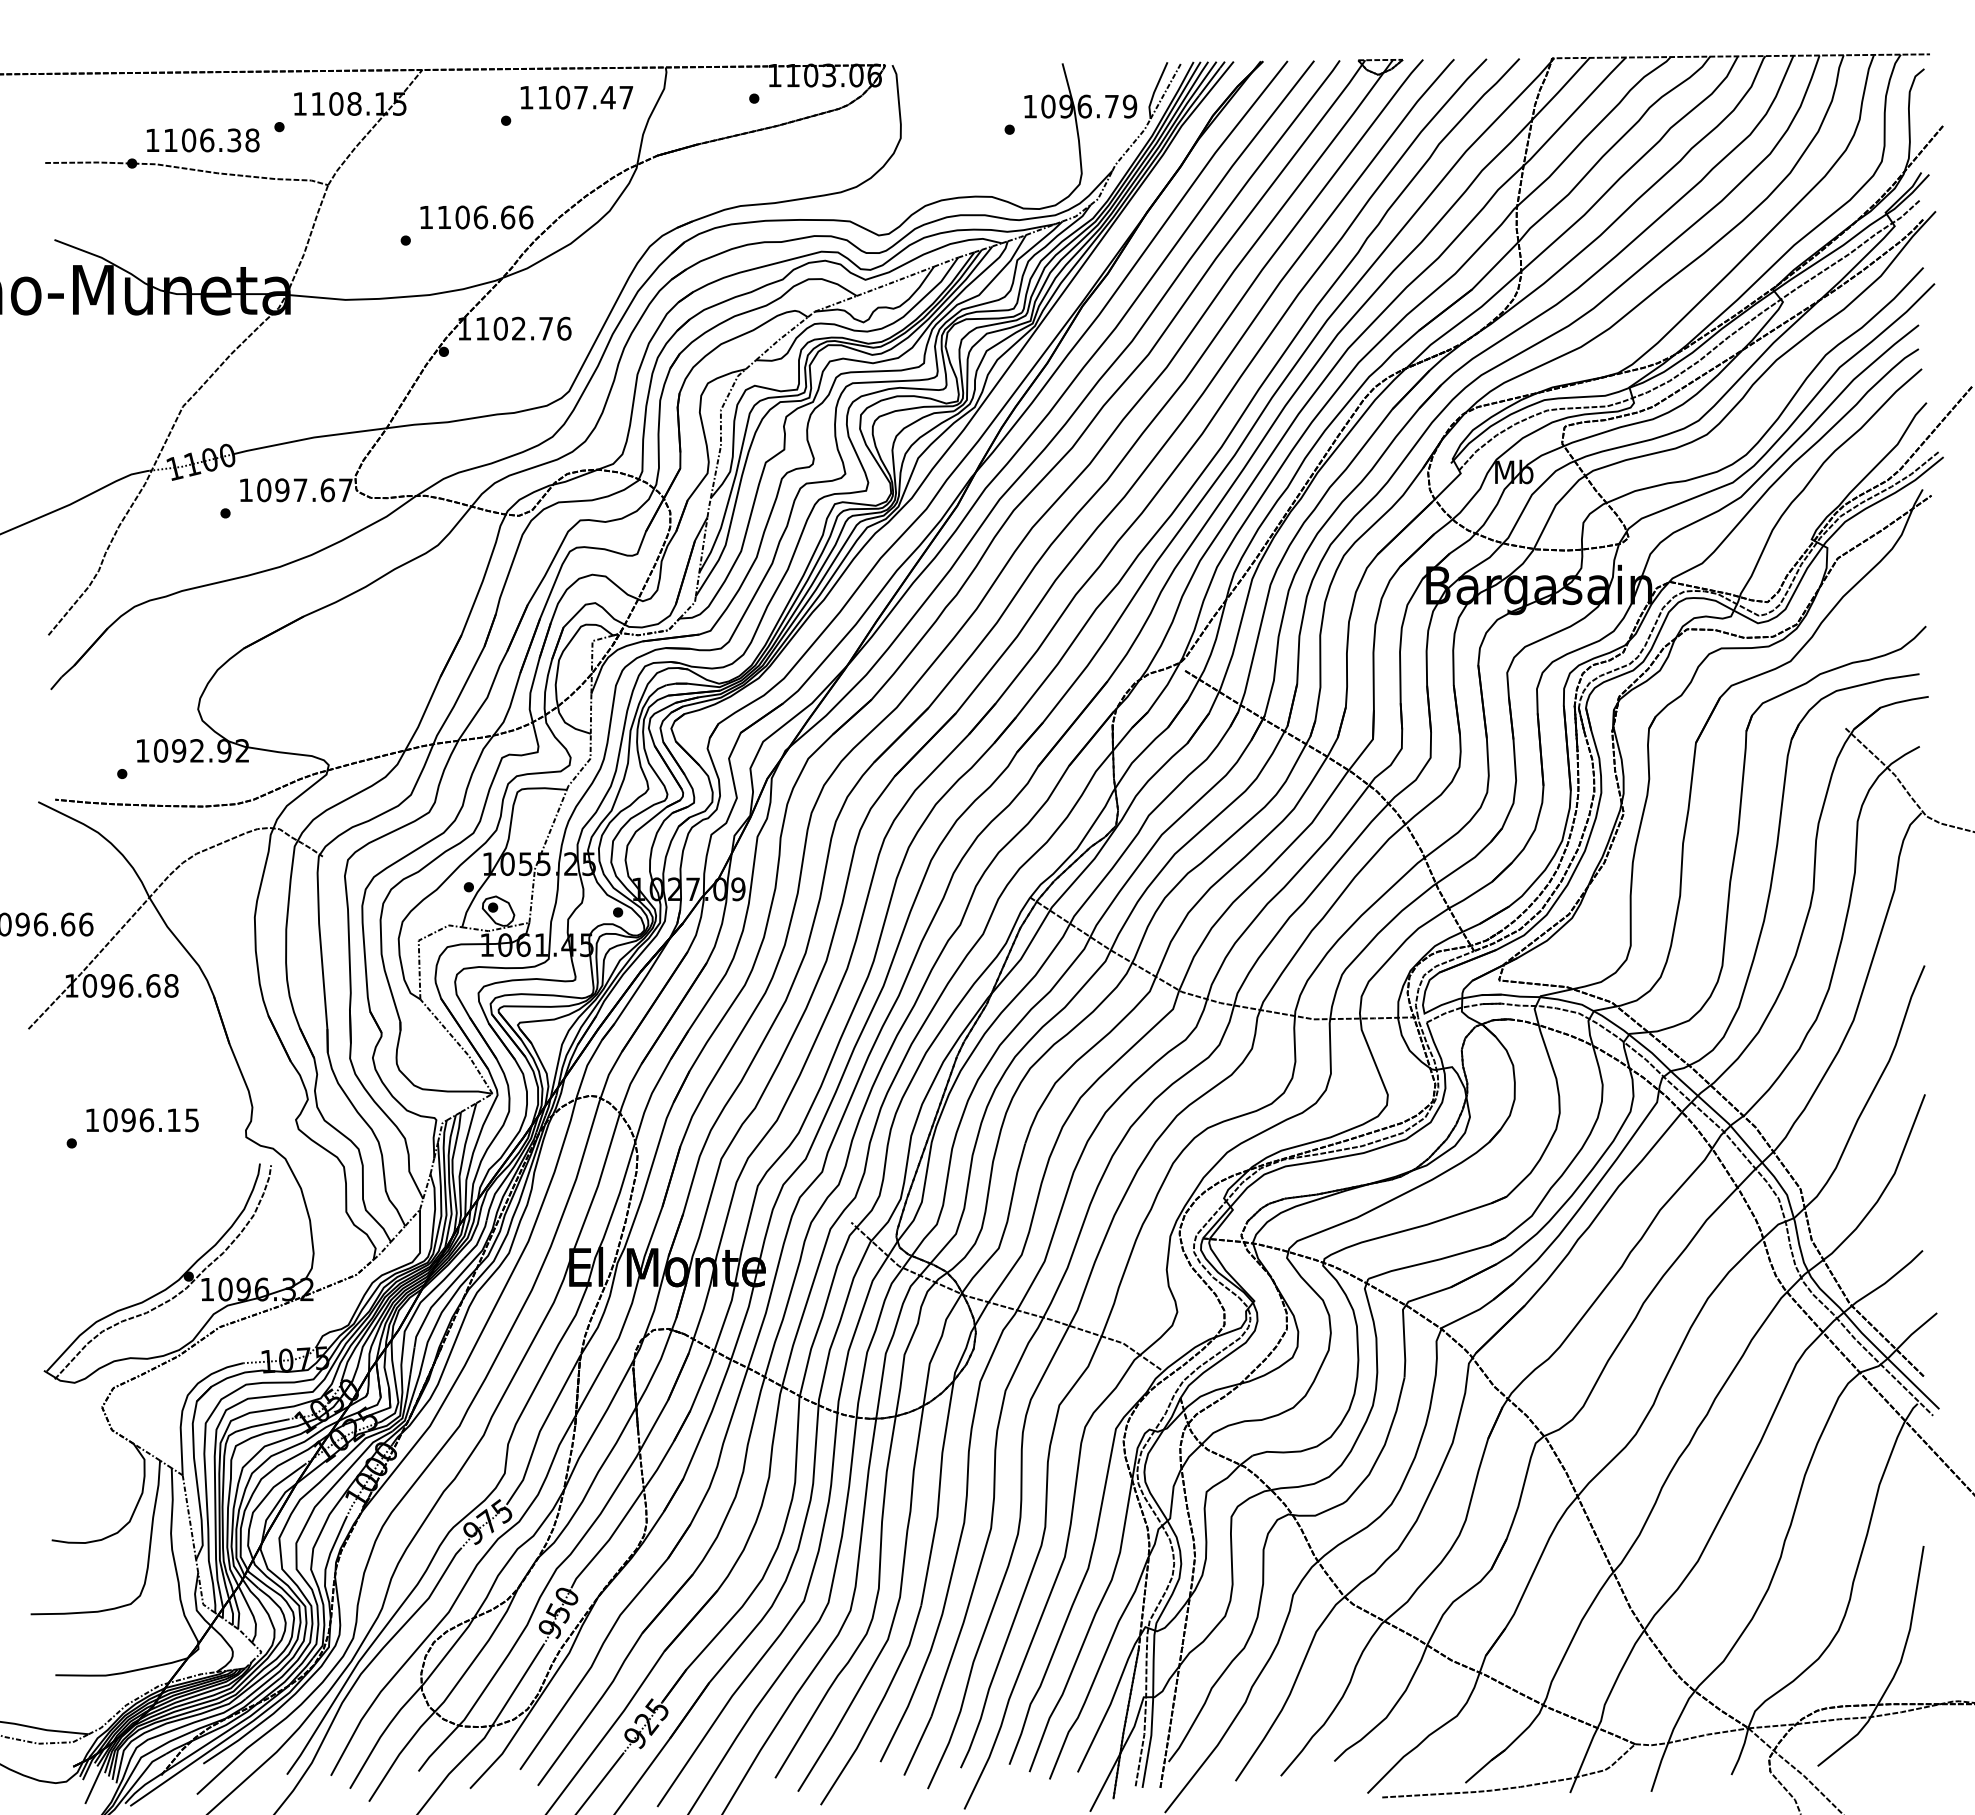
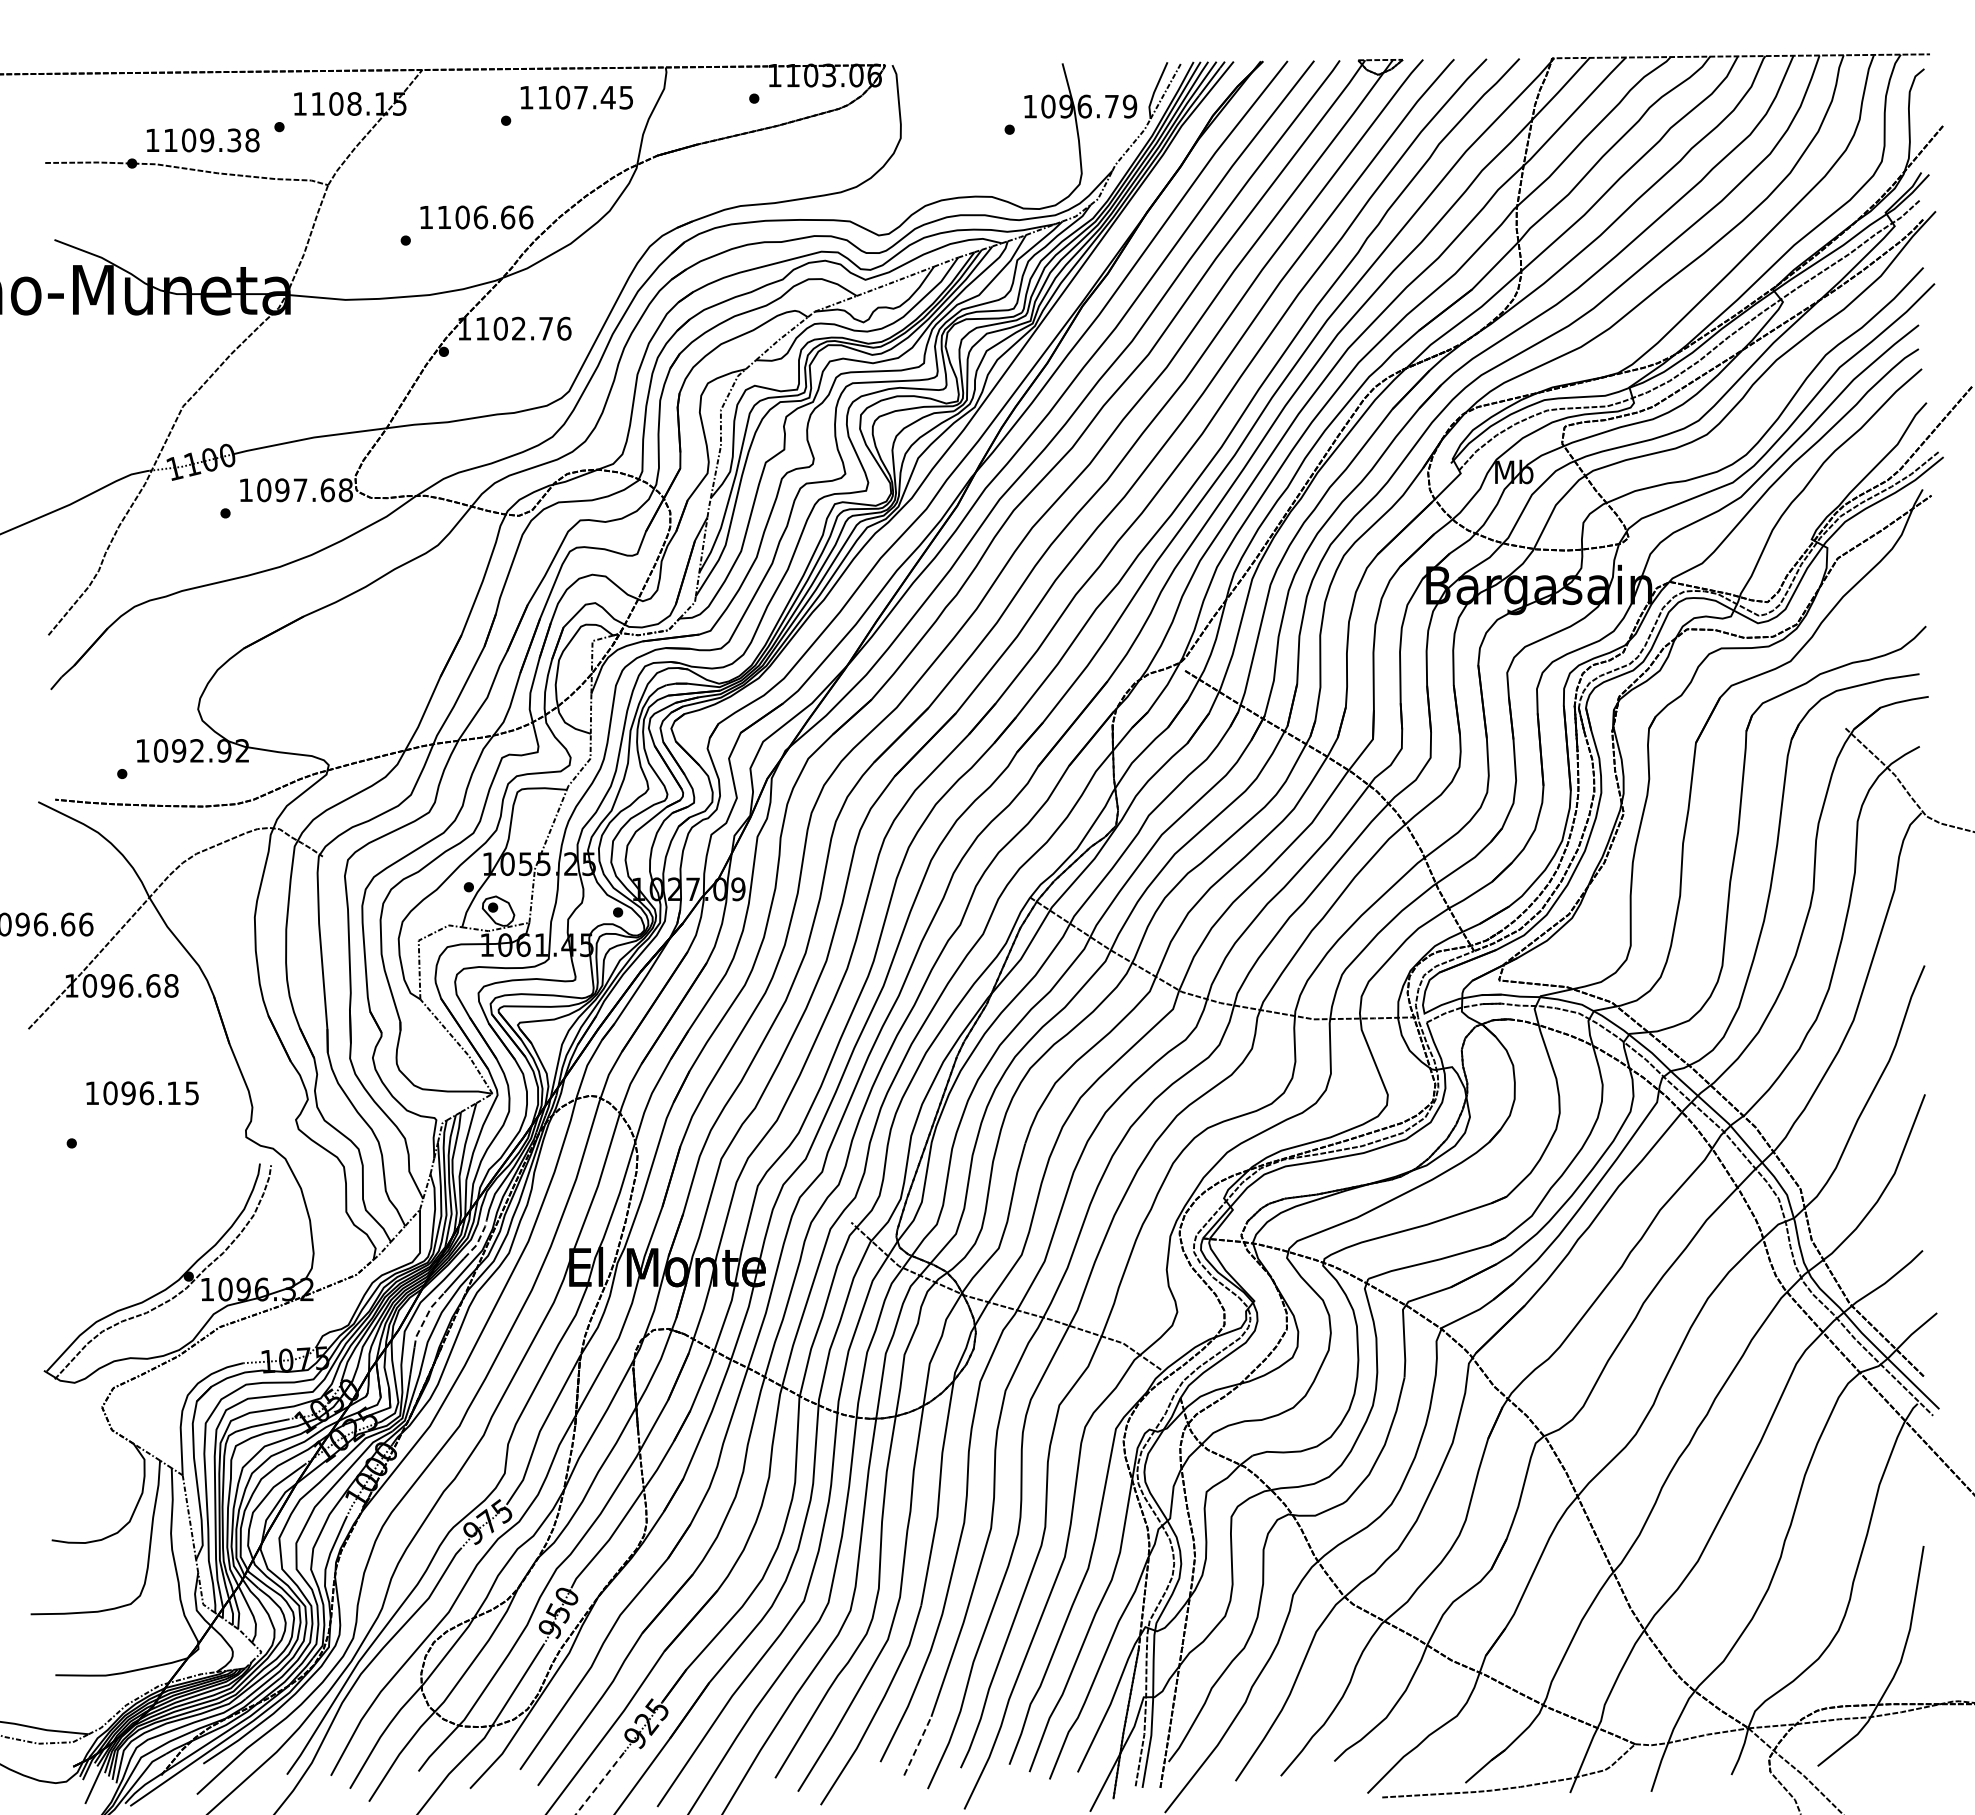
text at (626, 97): 1107.47 -> 1107.45
text at (207, 140): 1106.38 -> 1109.38
text at (345, 490): 1097.67 -> 1097.68
text at (142, 1120) position: (142, 1120) -> (142, 1093)
line at (478, 1240): solid -> dashed
line at (425, 1318): solid -> dashed
line at (917, 1745): solid -> dashed
line at (599, 1783): solid -> dashed
